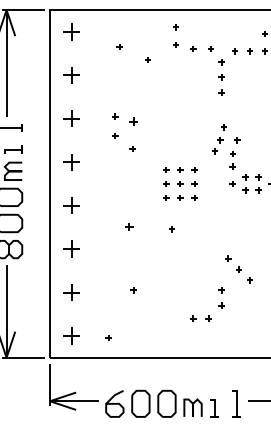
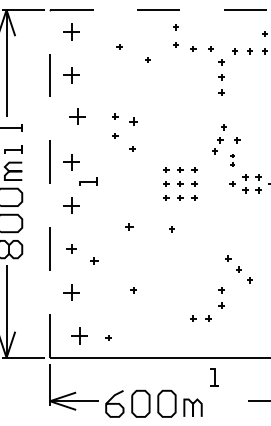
line at (50, 73): solid -> dashed
part at (71, 118) position: (71, 118) -> (77, 116)
part at (232, 160) size: 7x19 px -> 5x13 px
line at (88, 181): none -> present
part at (71, 248) size: 17x18 px -> 11x10 px
part at (94, 260): none -> present
part at (71, 335) position: (71, 335) -> (79, 335)
line at (236, 403): present -> none
line at (214, 408) position: (214, 408) -> (214, 377)
